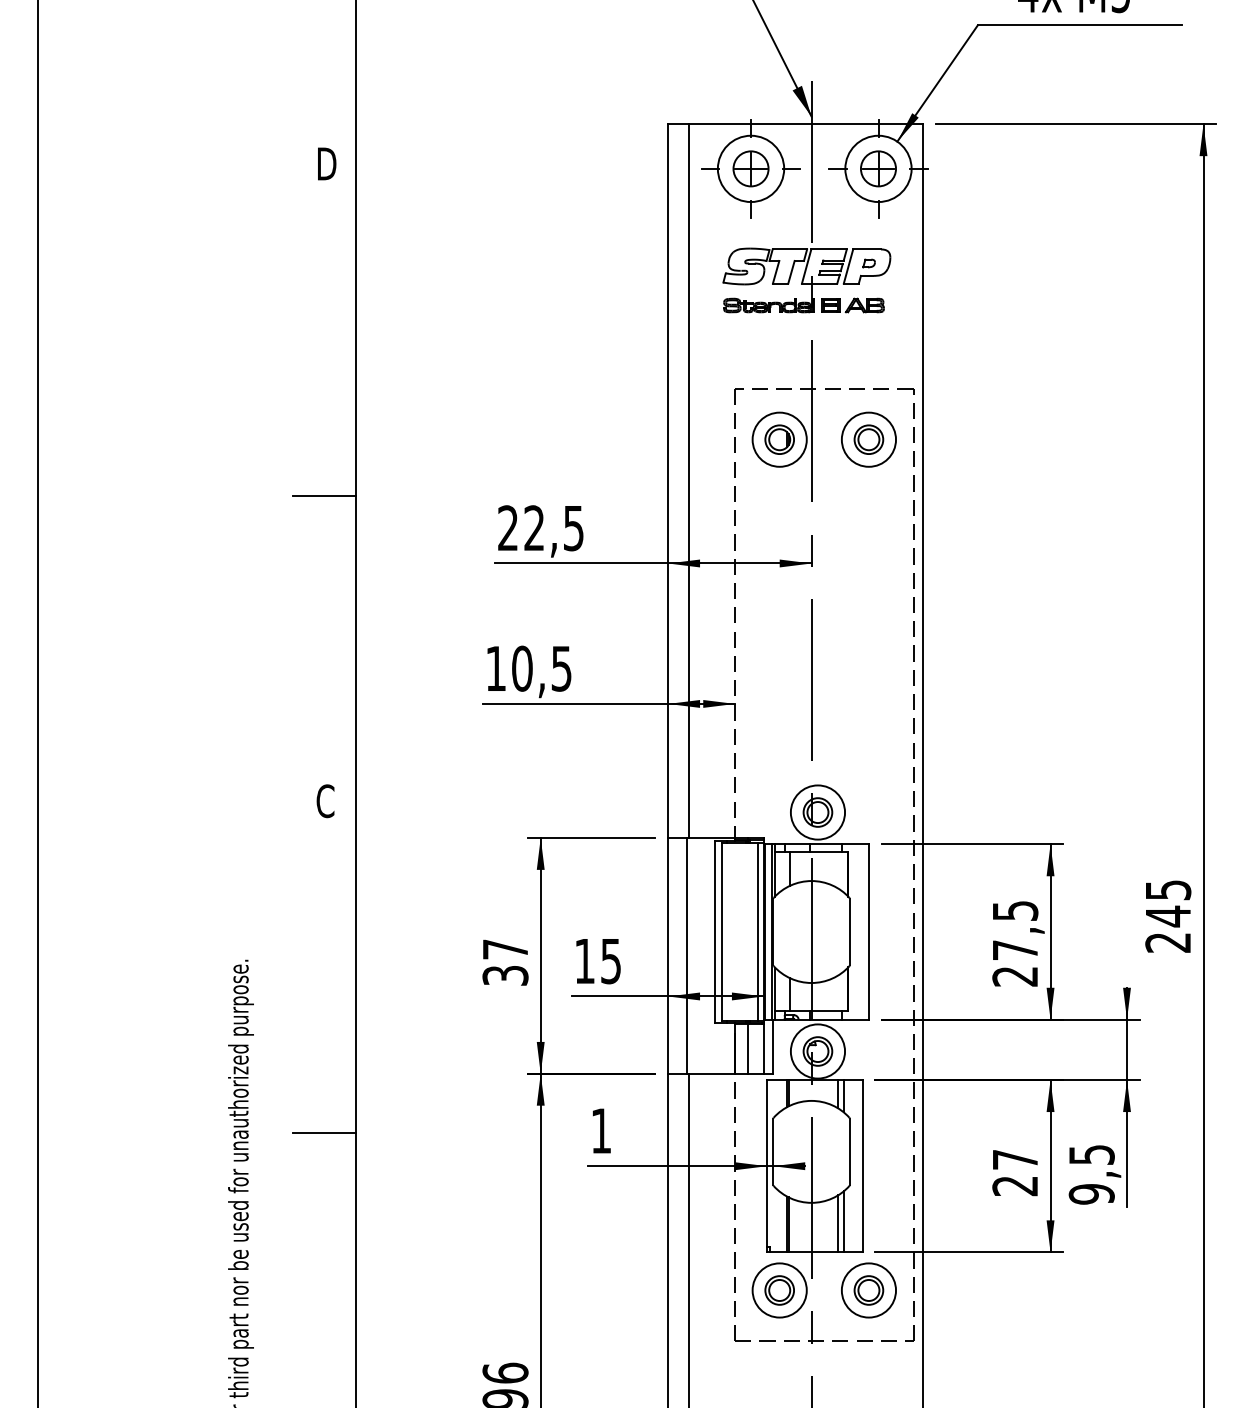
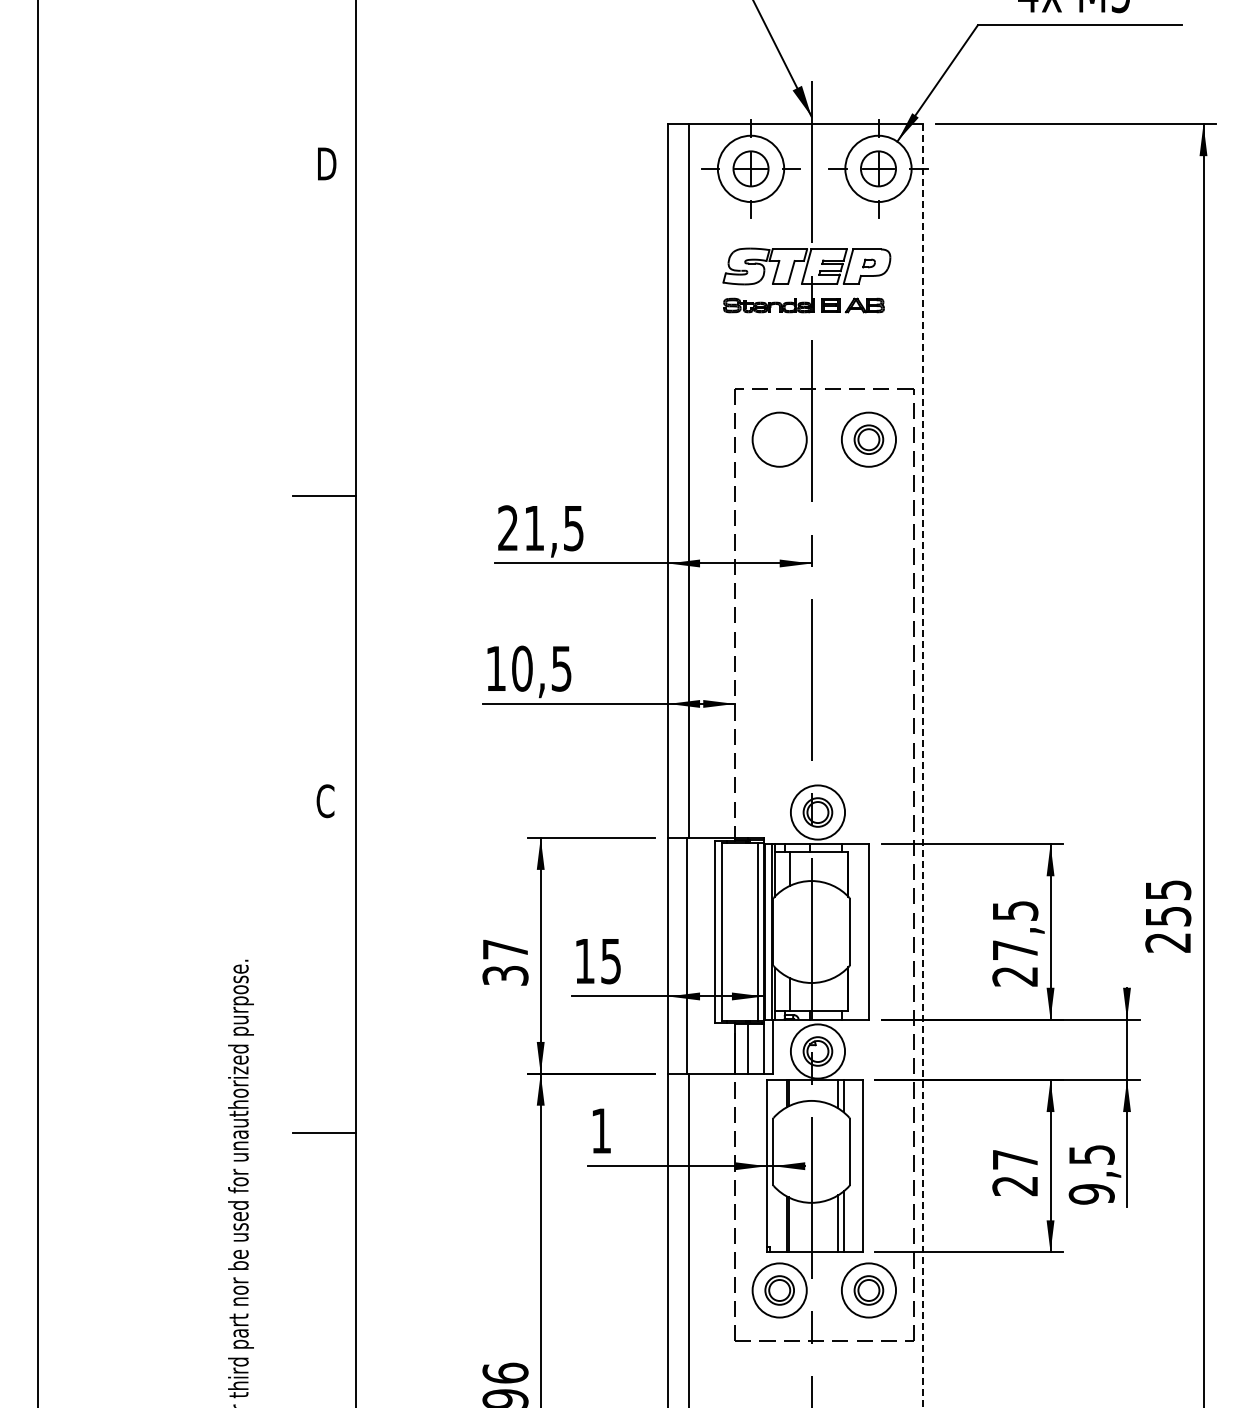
part at (779, 439): present -> none
text at (533, 527): 22,5 -> 21,5
line at (923, 766): solid -> dashed
text at (1168, 916): 245 -> 255
